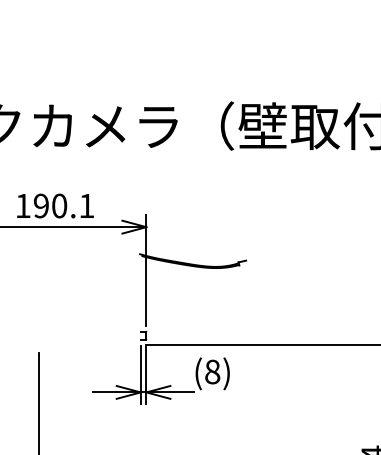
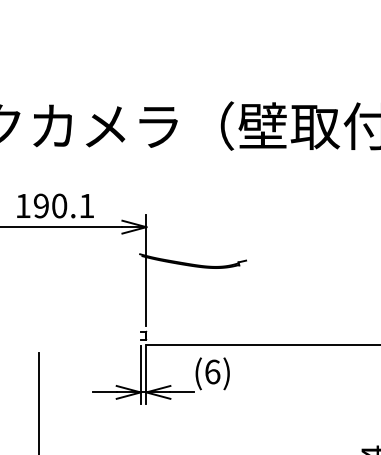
text at (212, 371): (8) -> (6)
